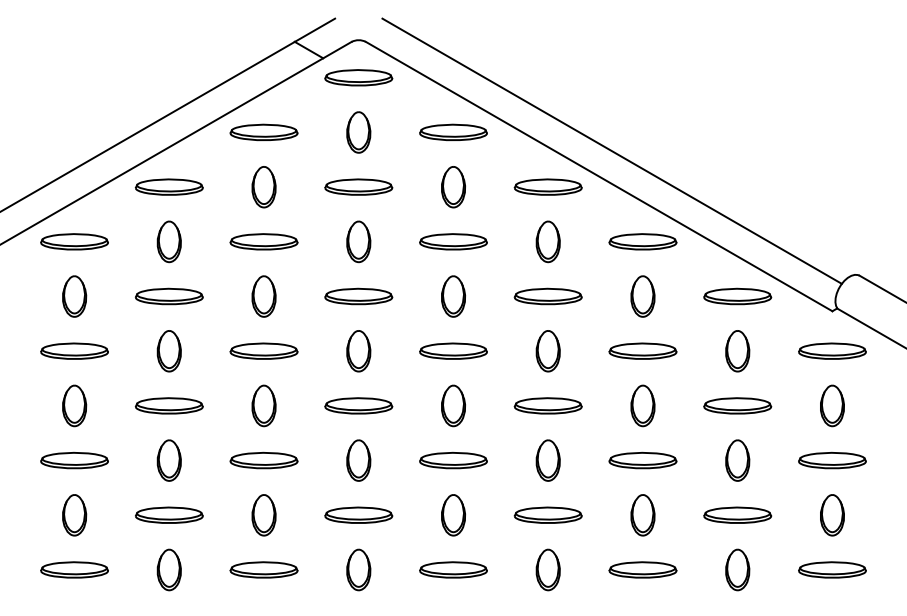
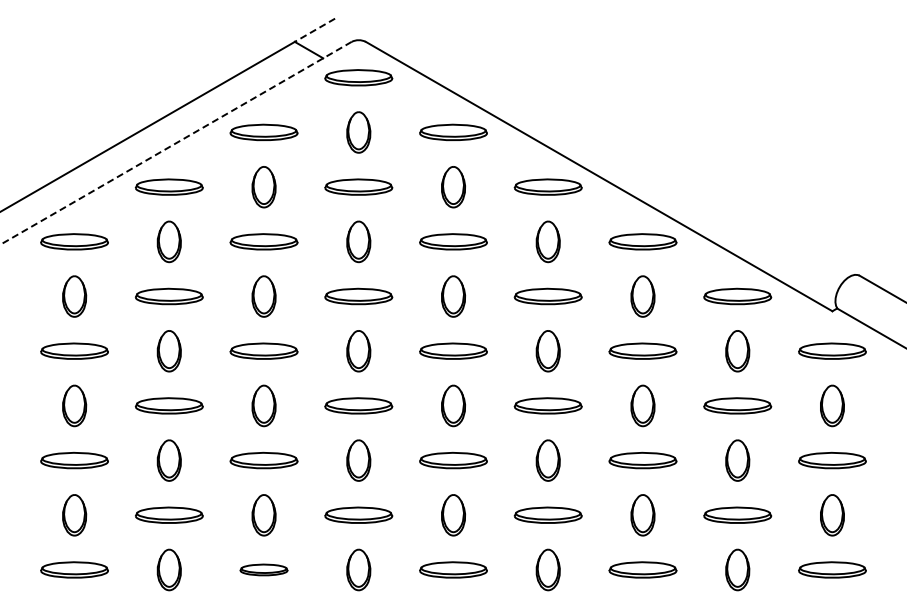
line at (314, 30): solid -> dashed
line at (175, 143): solid -> dashed
line at (611, 150): present -> none
part at (263, 569) size: 70x18 px -> 50x14 px
